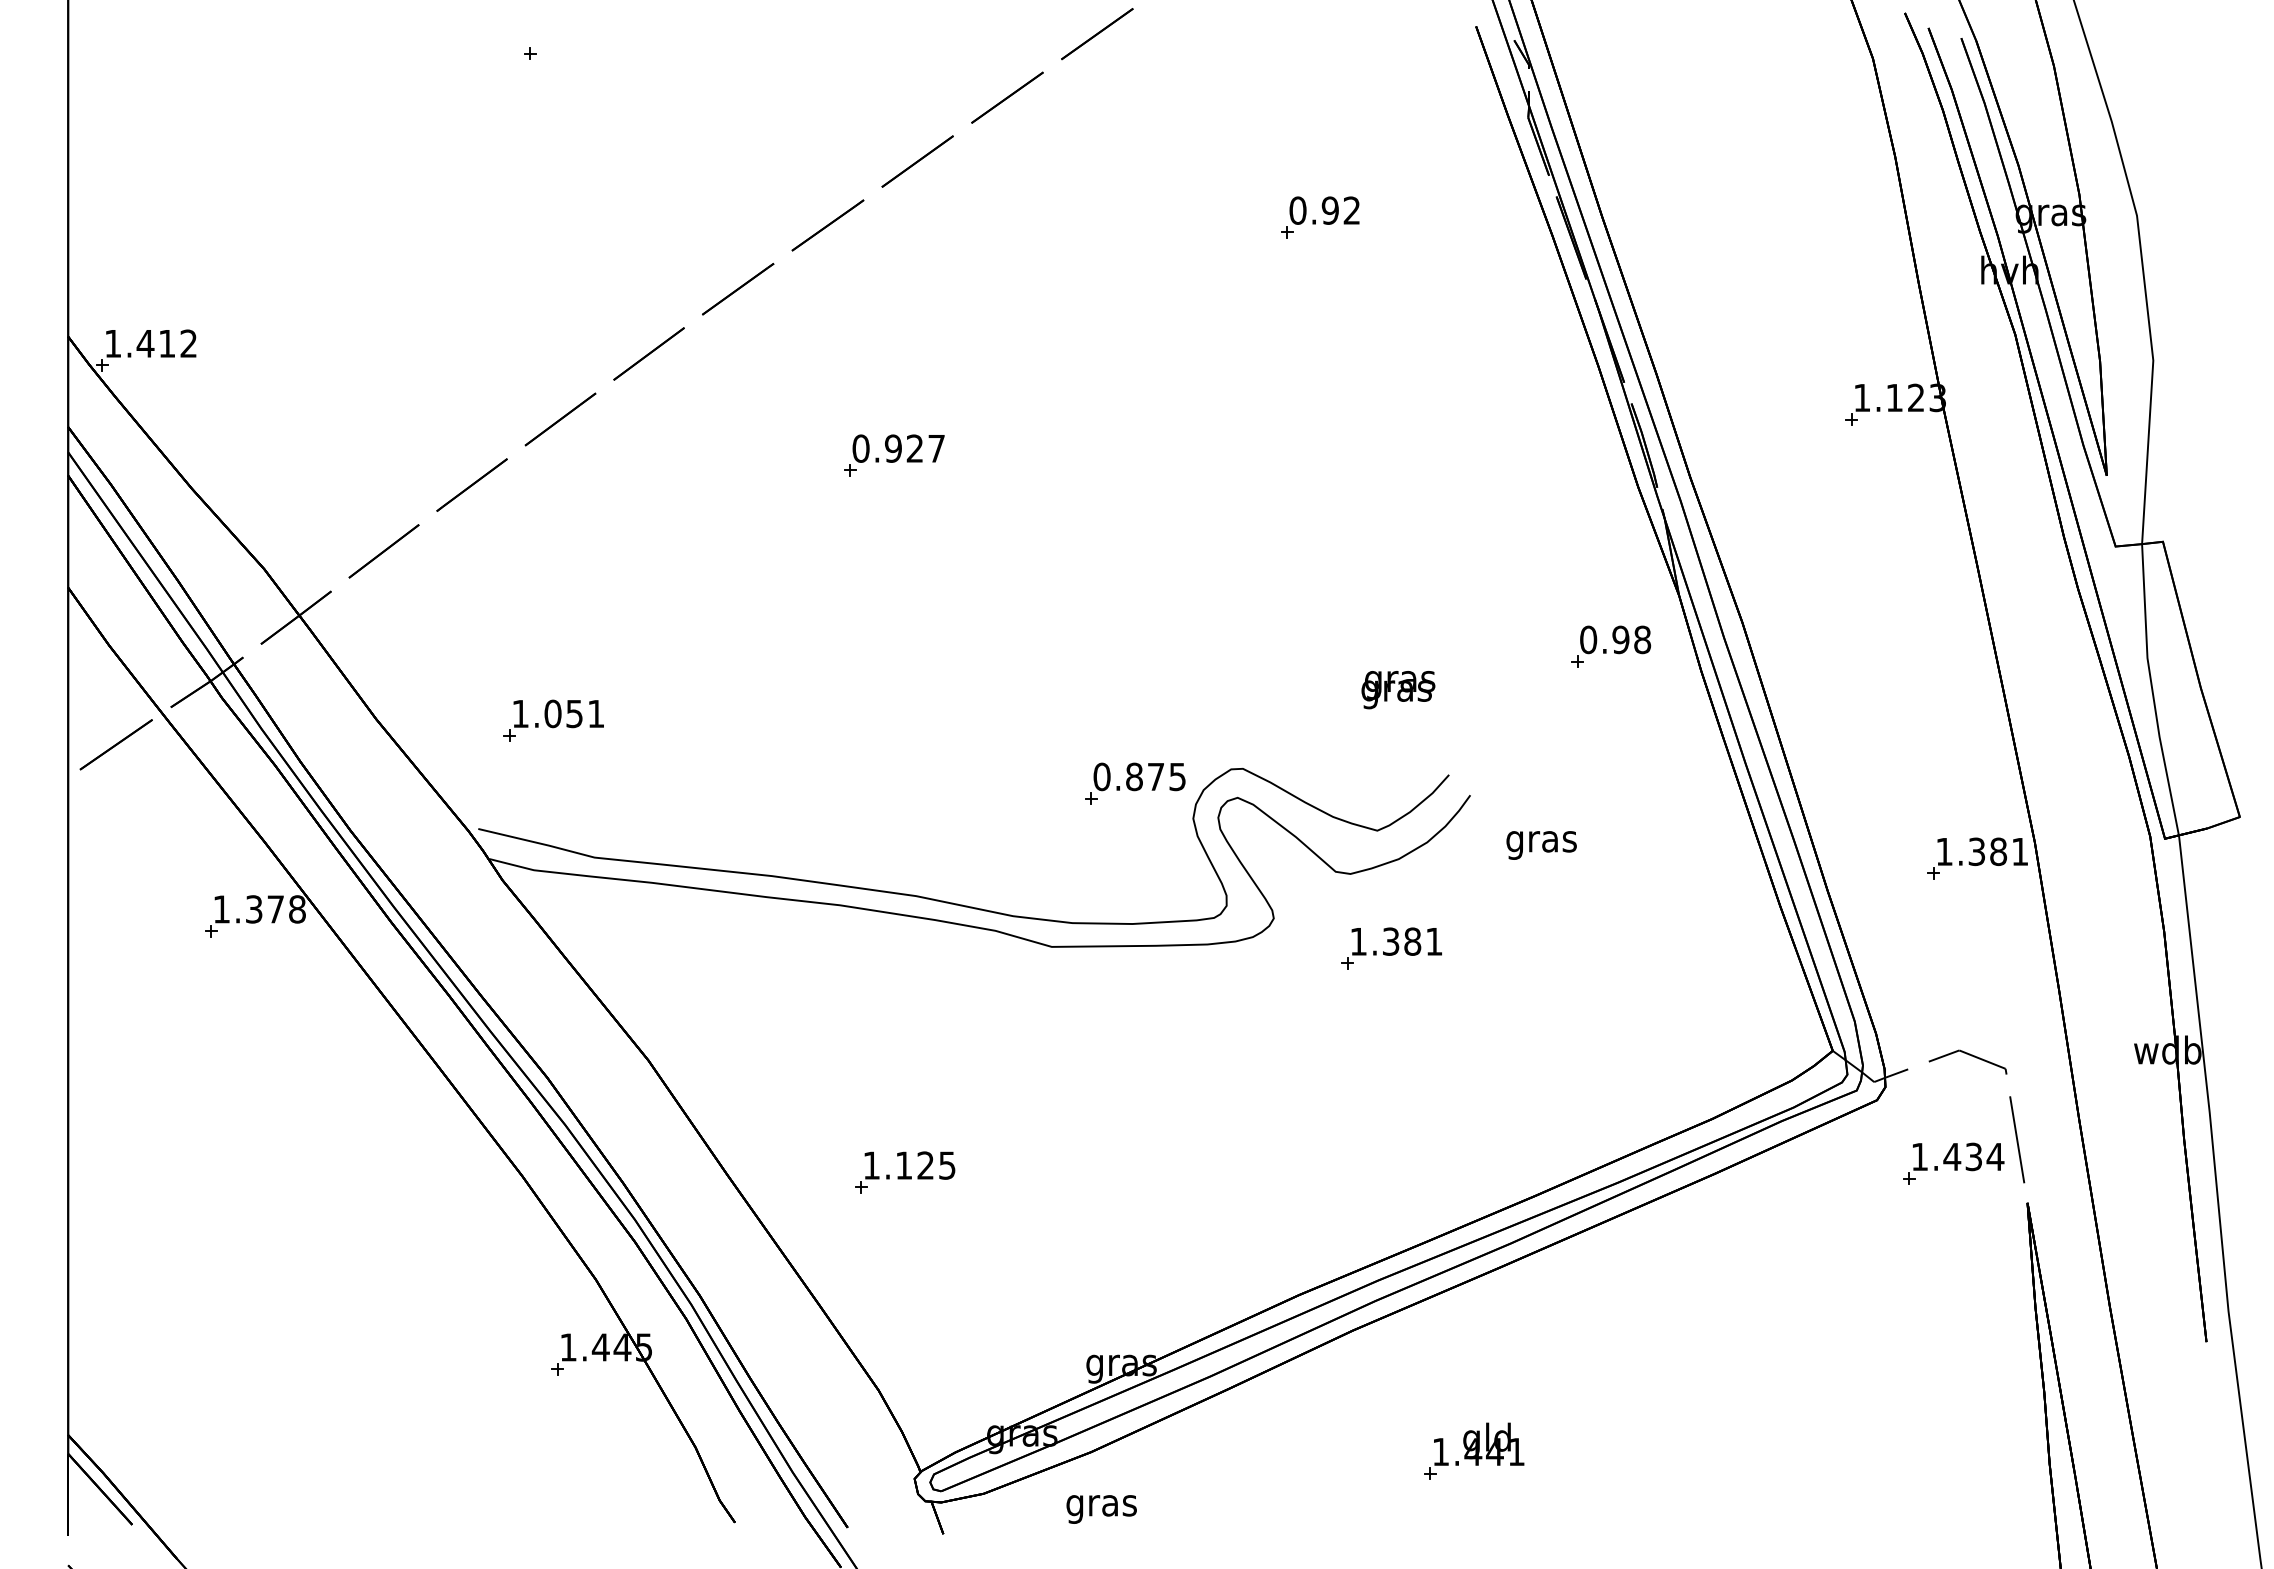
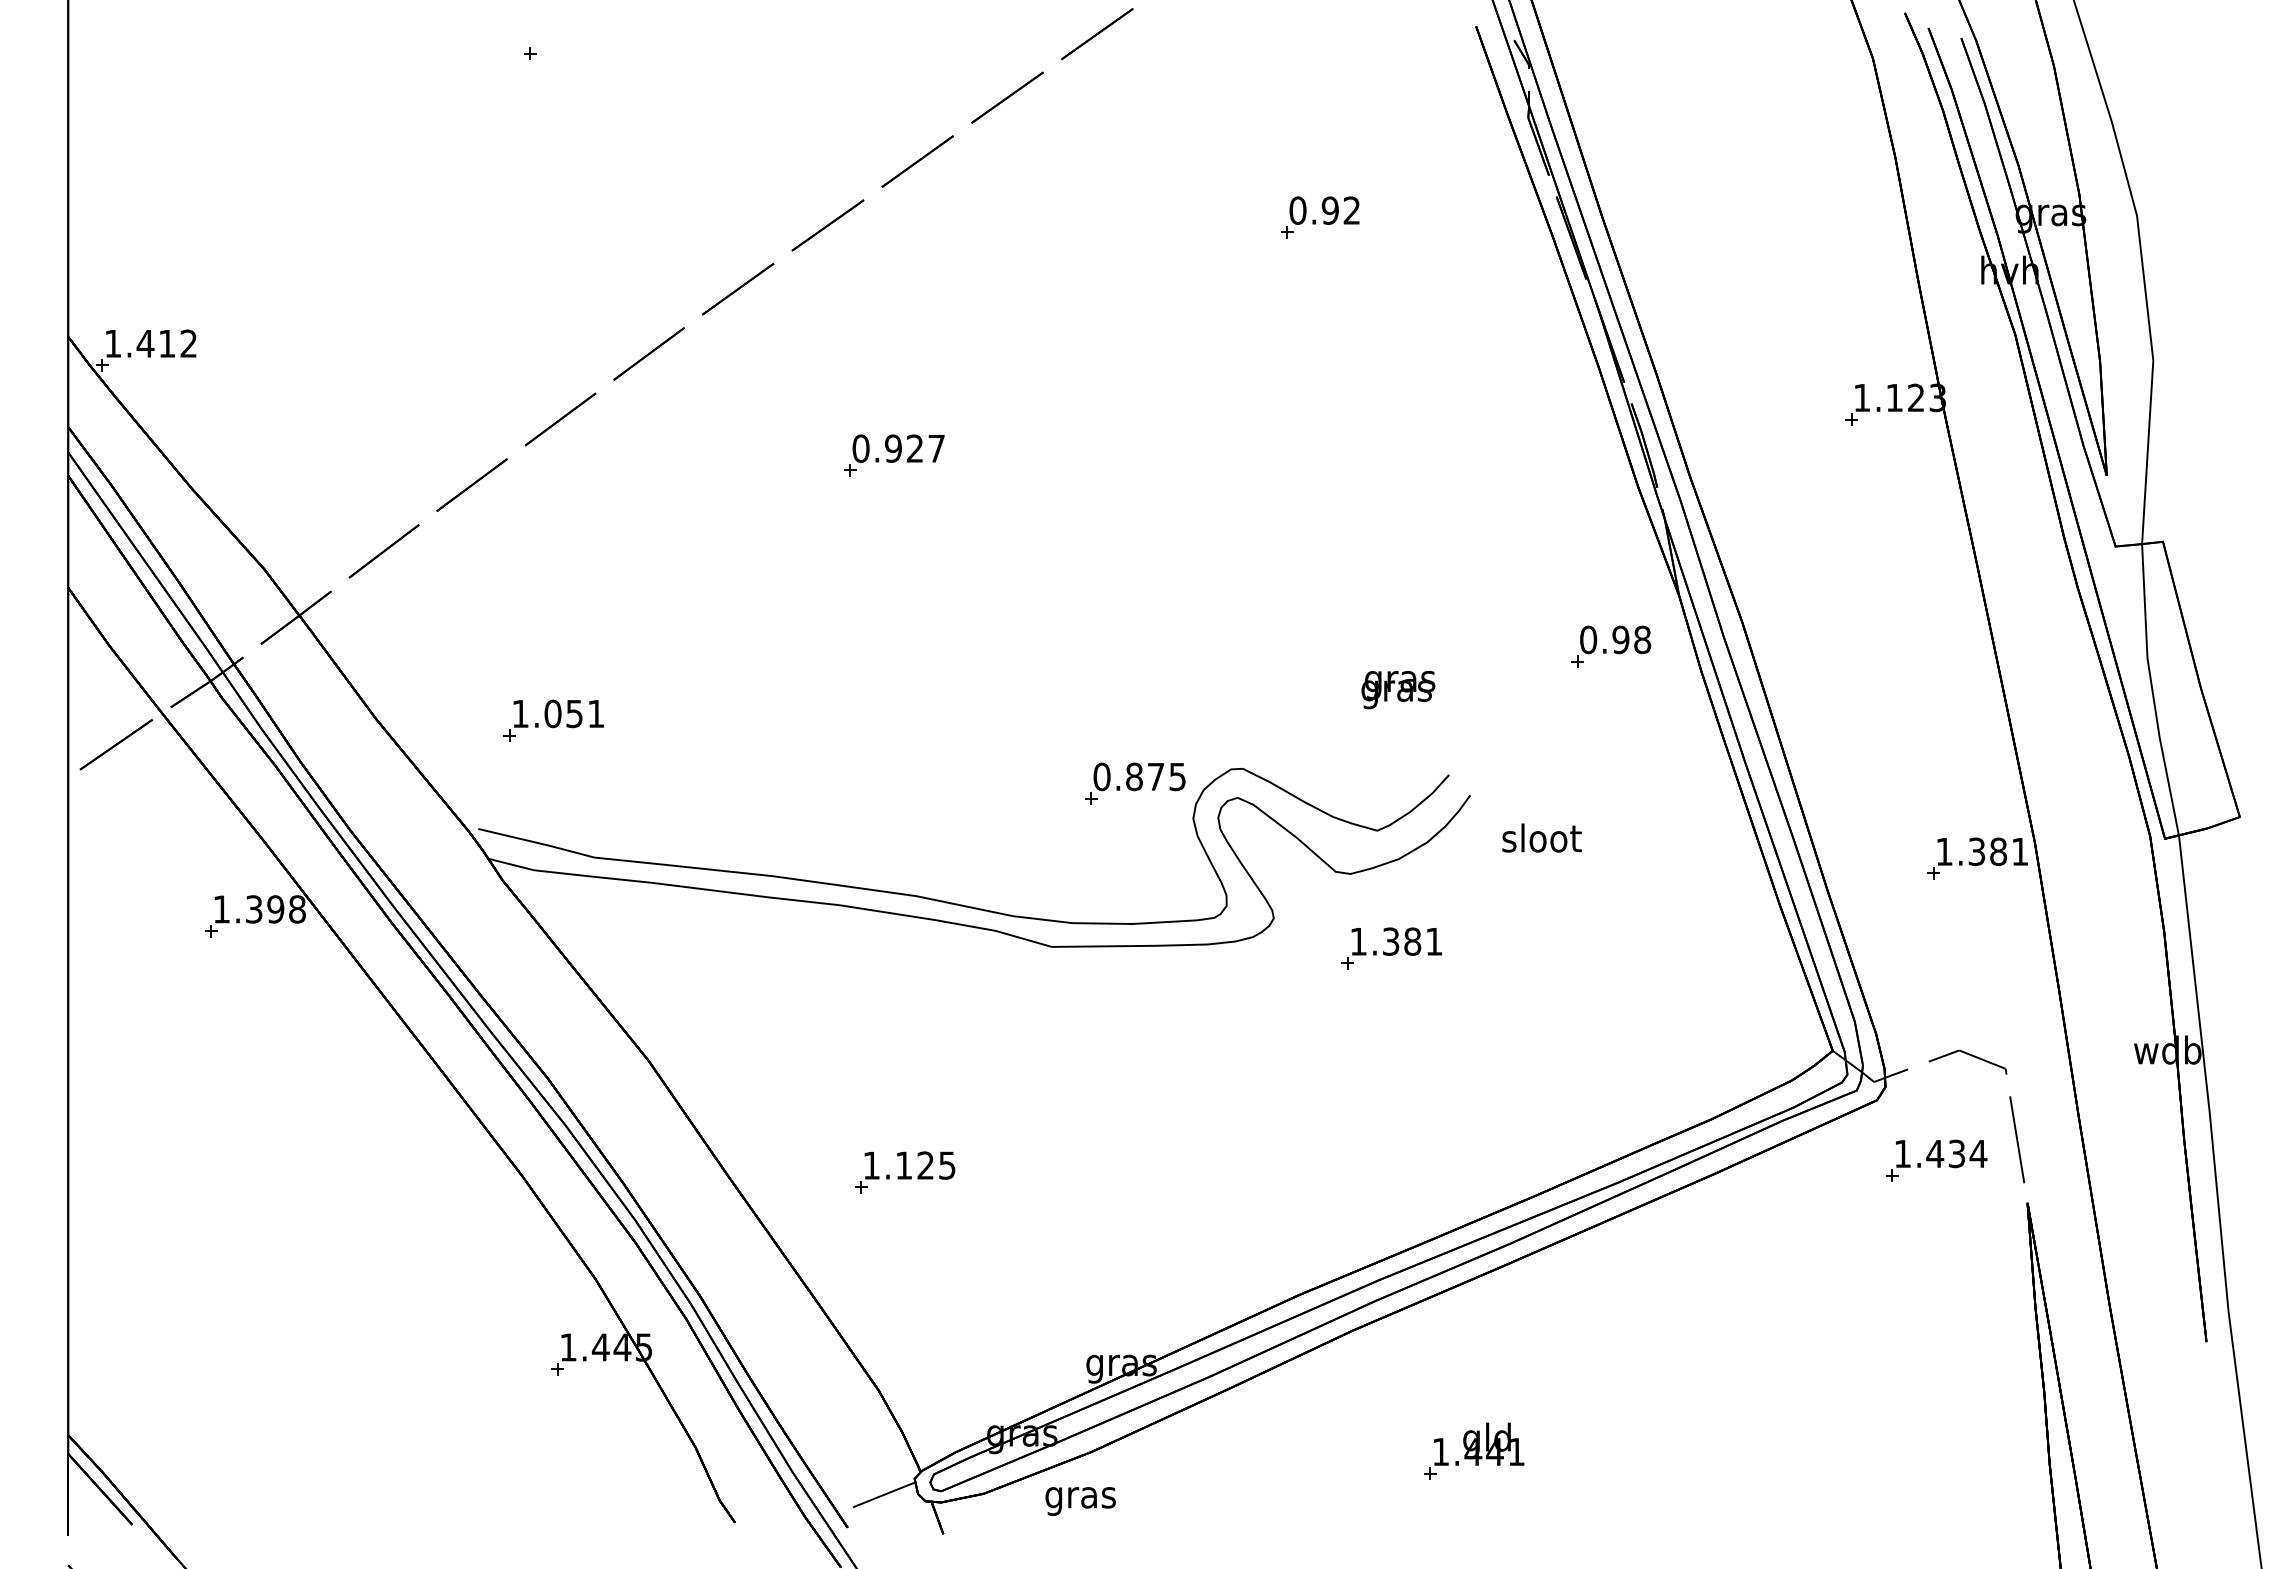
text at (1541, 841): gras -> sloot
text at (275, 909): 1.378 -> 1.398
part at (1953, 1163) position: (1953, 1163) -> (1936, 1160)
line at (884, 1494): none -> present
text at (1101, 1509) position: (1101, 1509) -> (1080, 1501)
